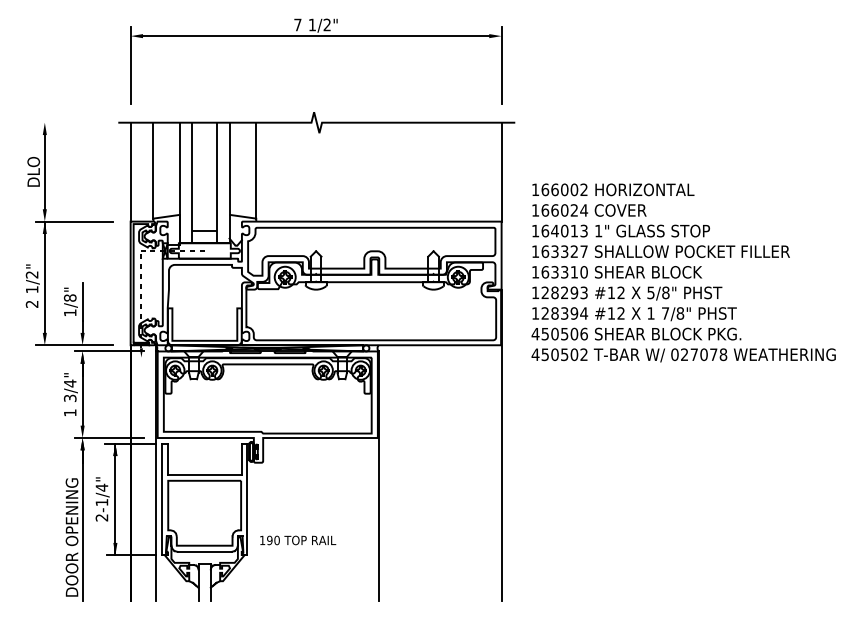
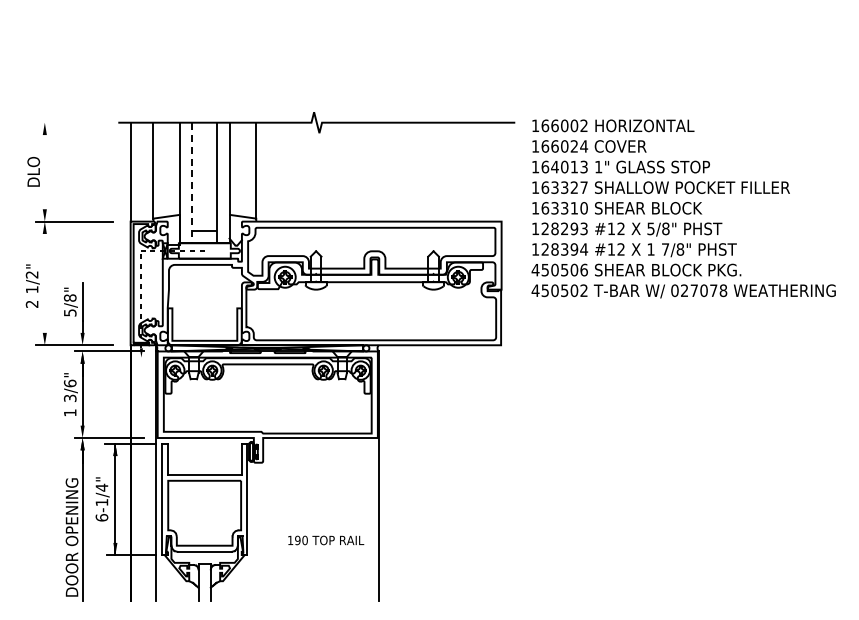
part at (316, 36): present -> none
line at (501, 171): present -> none
line at (44, 172): present -> none
line at (192, 183): solid -> dashed
text at (683, 272) position: (683, 272) -> (683, 208)
line at (44, 276): present -> none
text at (70, 312): 1/8" -> 5/8"
text at (69, 383): 3/4" -> 3/6"
line at (501, 445): present -> none
text at (101, 517): 2-1/4" -> 6-1/4"
text at (298, 540) position: (298, 540) -> (326, 540)
